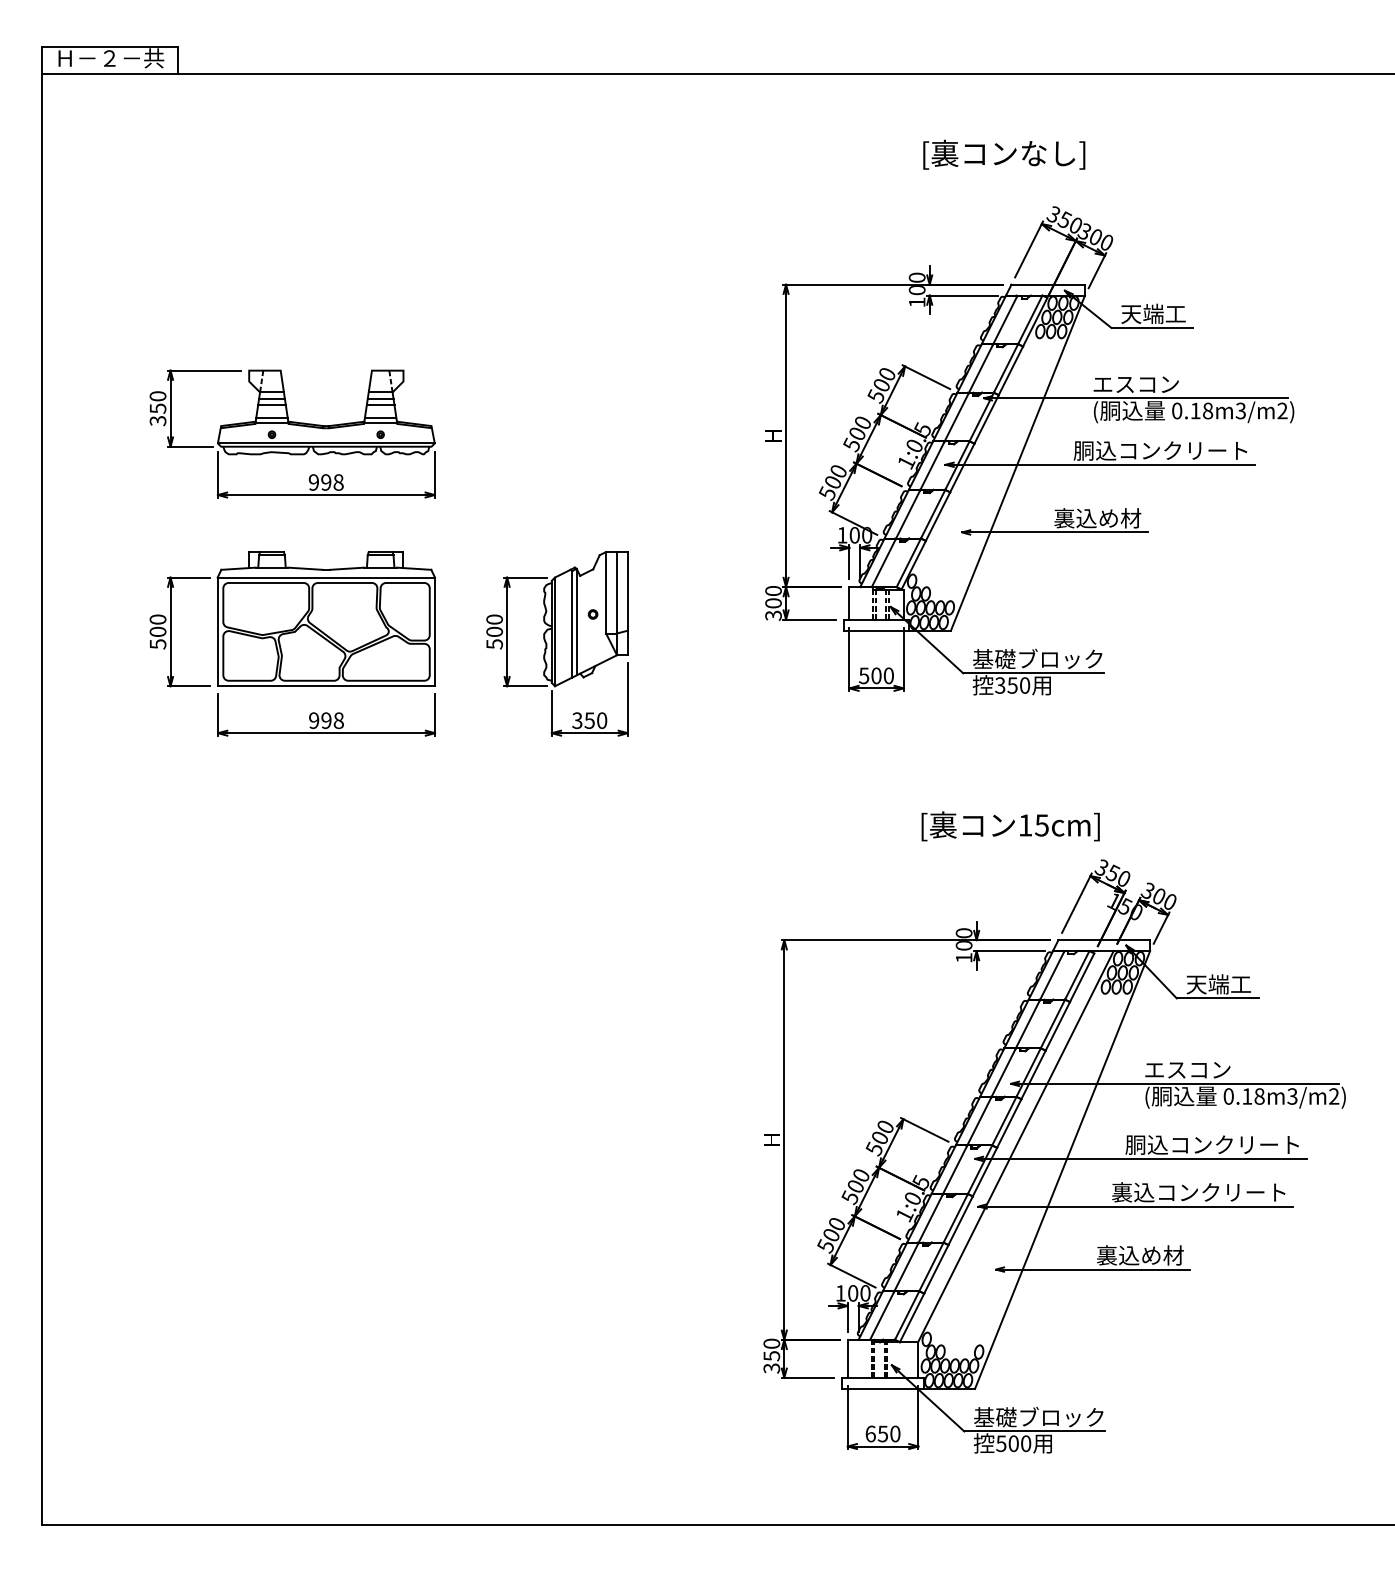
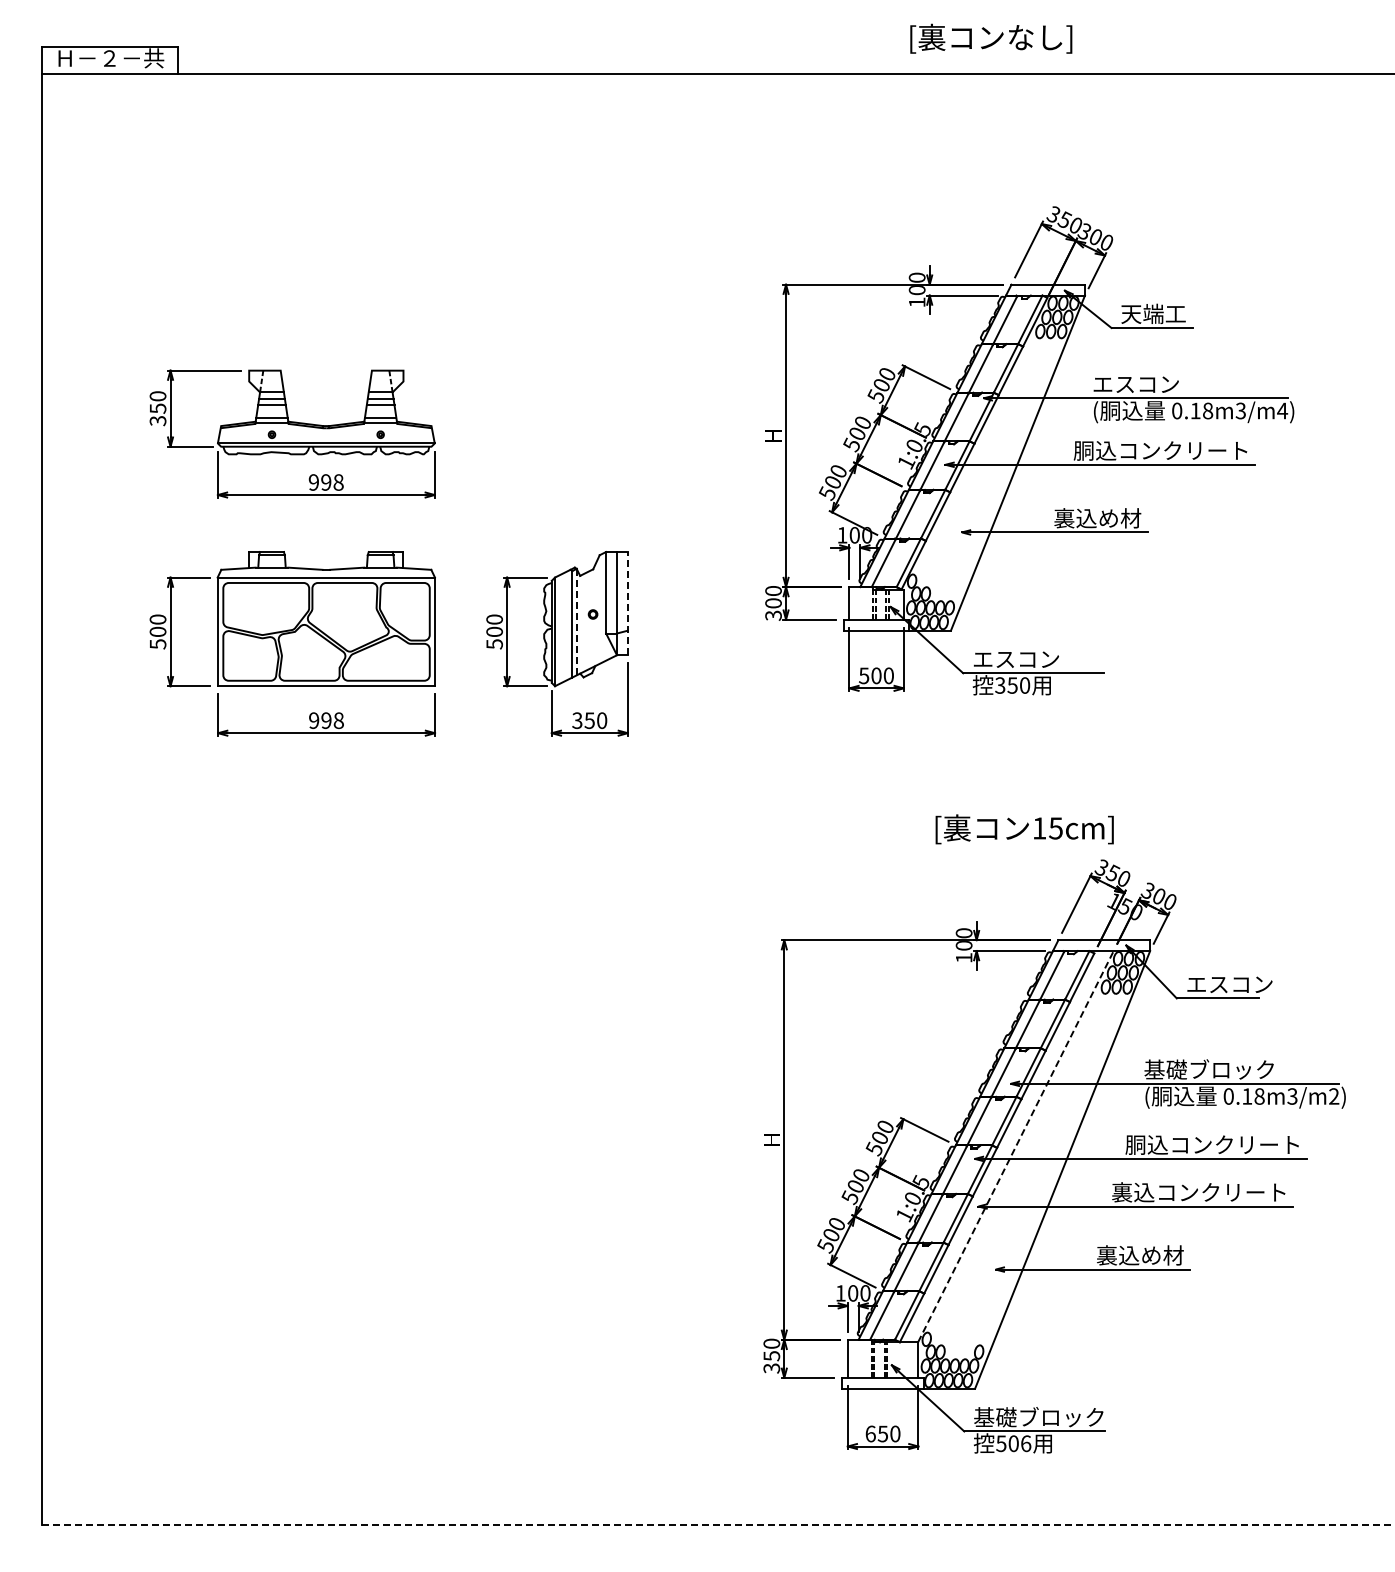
text at (1004, 154) position: (1004, 154) -> (991, 38)
text at (1282, 410): 0.18m3/m2) -> 0.18m3/m4)
line at (627, 603): solid -> dashed
line at (576, 621): solid -> dashed
text at (1037, 658): 基礎ブロック -> エスコン
text at (1010, 826) position: (1010, 826) -> (1024, 829)
text at (1229, 984): 天端工 -> エスコン
text at (1208, 1069): エスコン -> 基礎ブロック
line at (1015, 1146): solid -> dashed
text at (1026, 1443): 500 -> 506
line at (718, 1524): solid -> dashed
